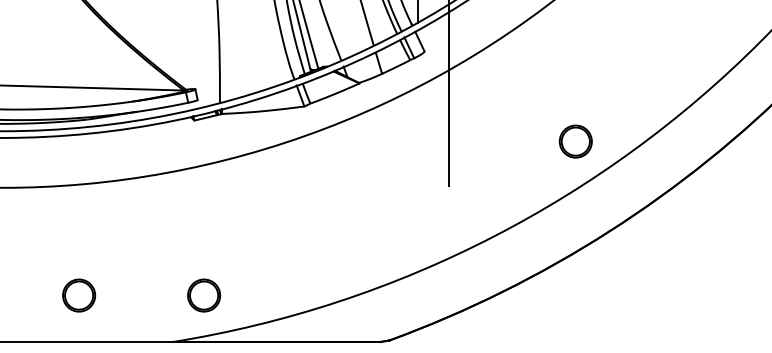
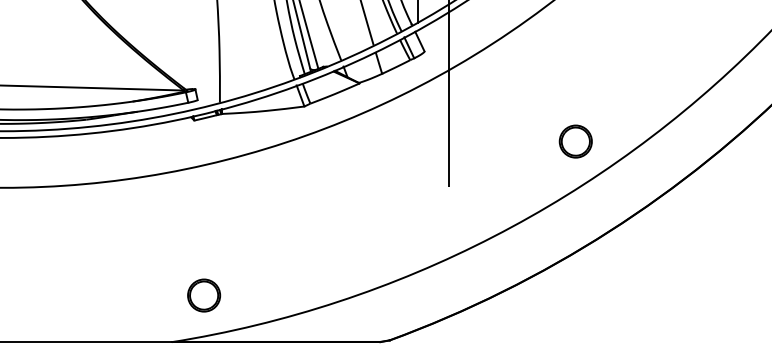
part at (79, 295): present -> none
